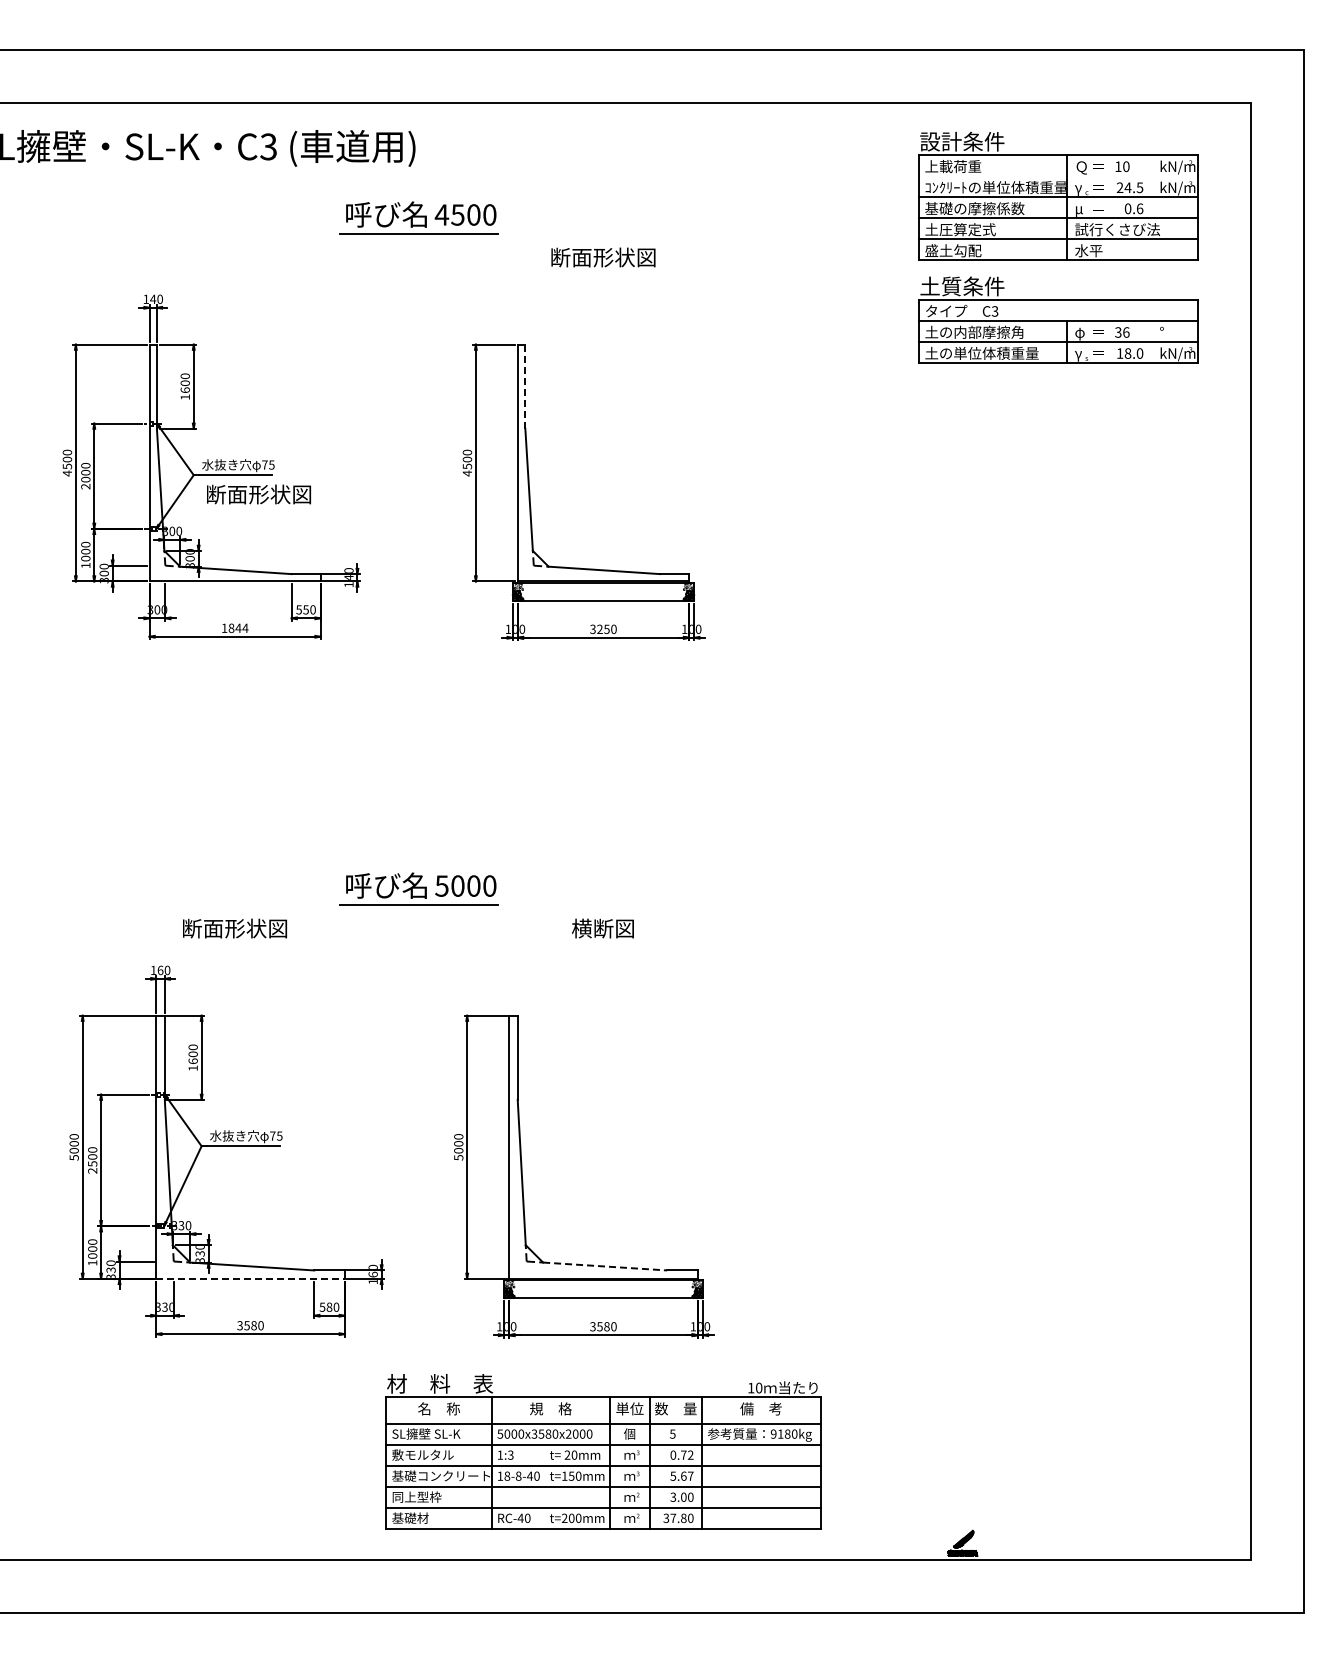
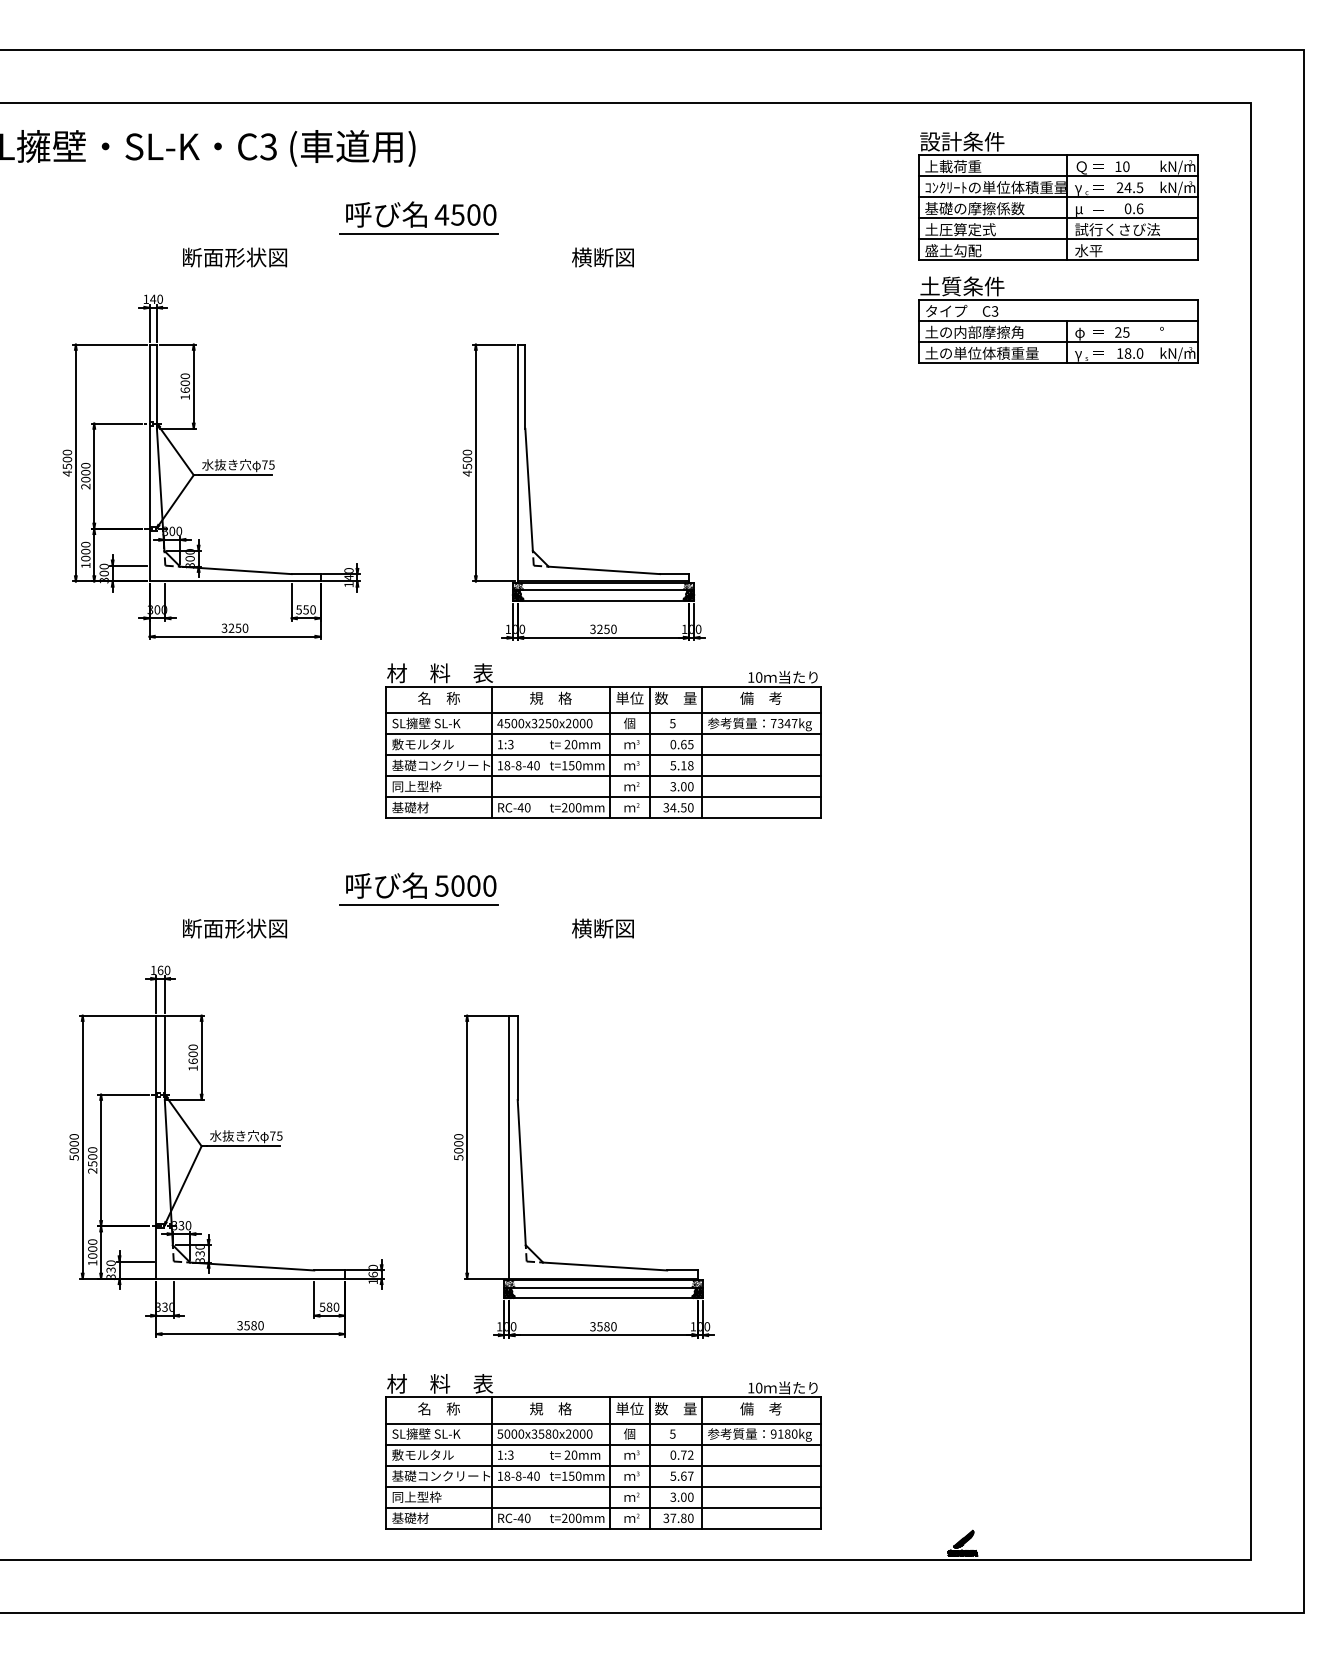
line at (1058, 176): none -> present
text at (603, 257): 断面形状図 -> 横断図
text at (1122, 332): 36 -> 25
line at (525, 387): dashed -> solid
text at (258, 494) position: (258, 494) -> (234, 257)
line at (603, 590): none -> present
text at (234, 627): 1844 -> 3250
part at (603, 740): none -> present
line at (605, 1266): dashed -> solid
line at (251, 1278): dashed -> solid
line at (603, 1287): none -> present
